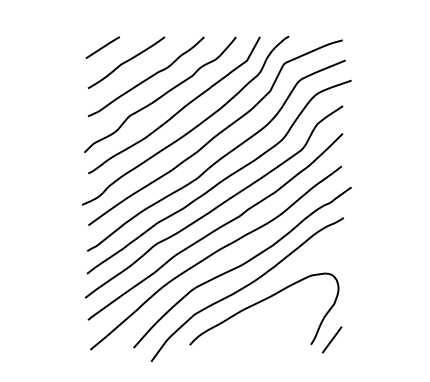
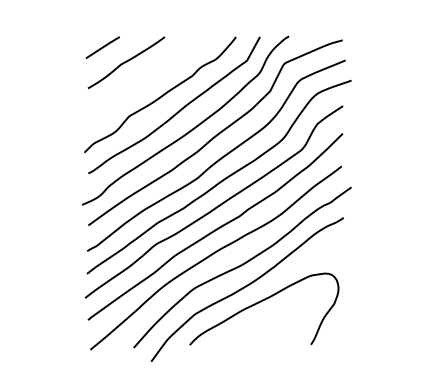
curve at (147, 77): present -> none
line at (331, 339): present -> none
